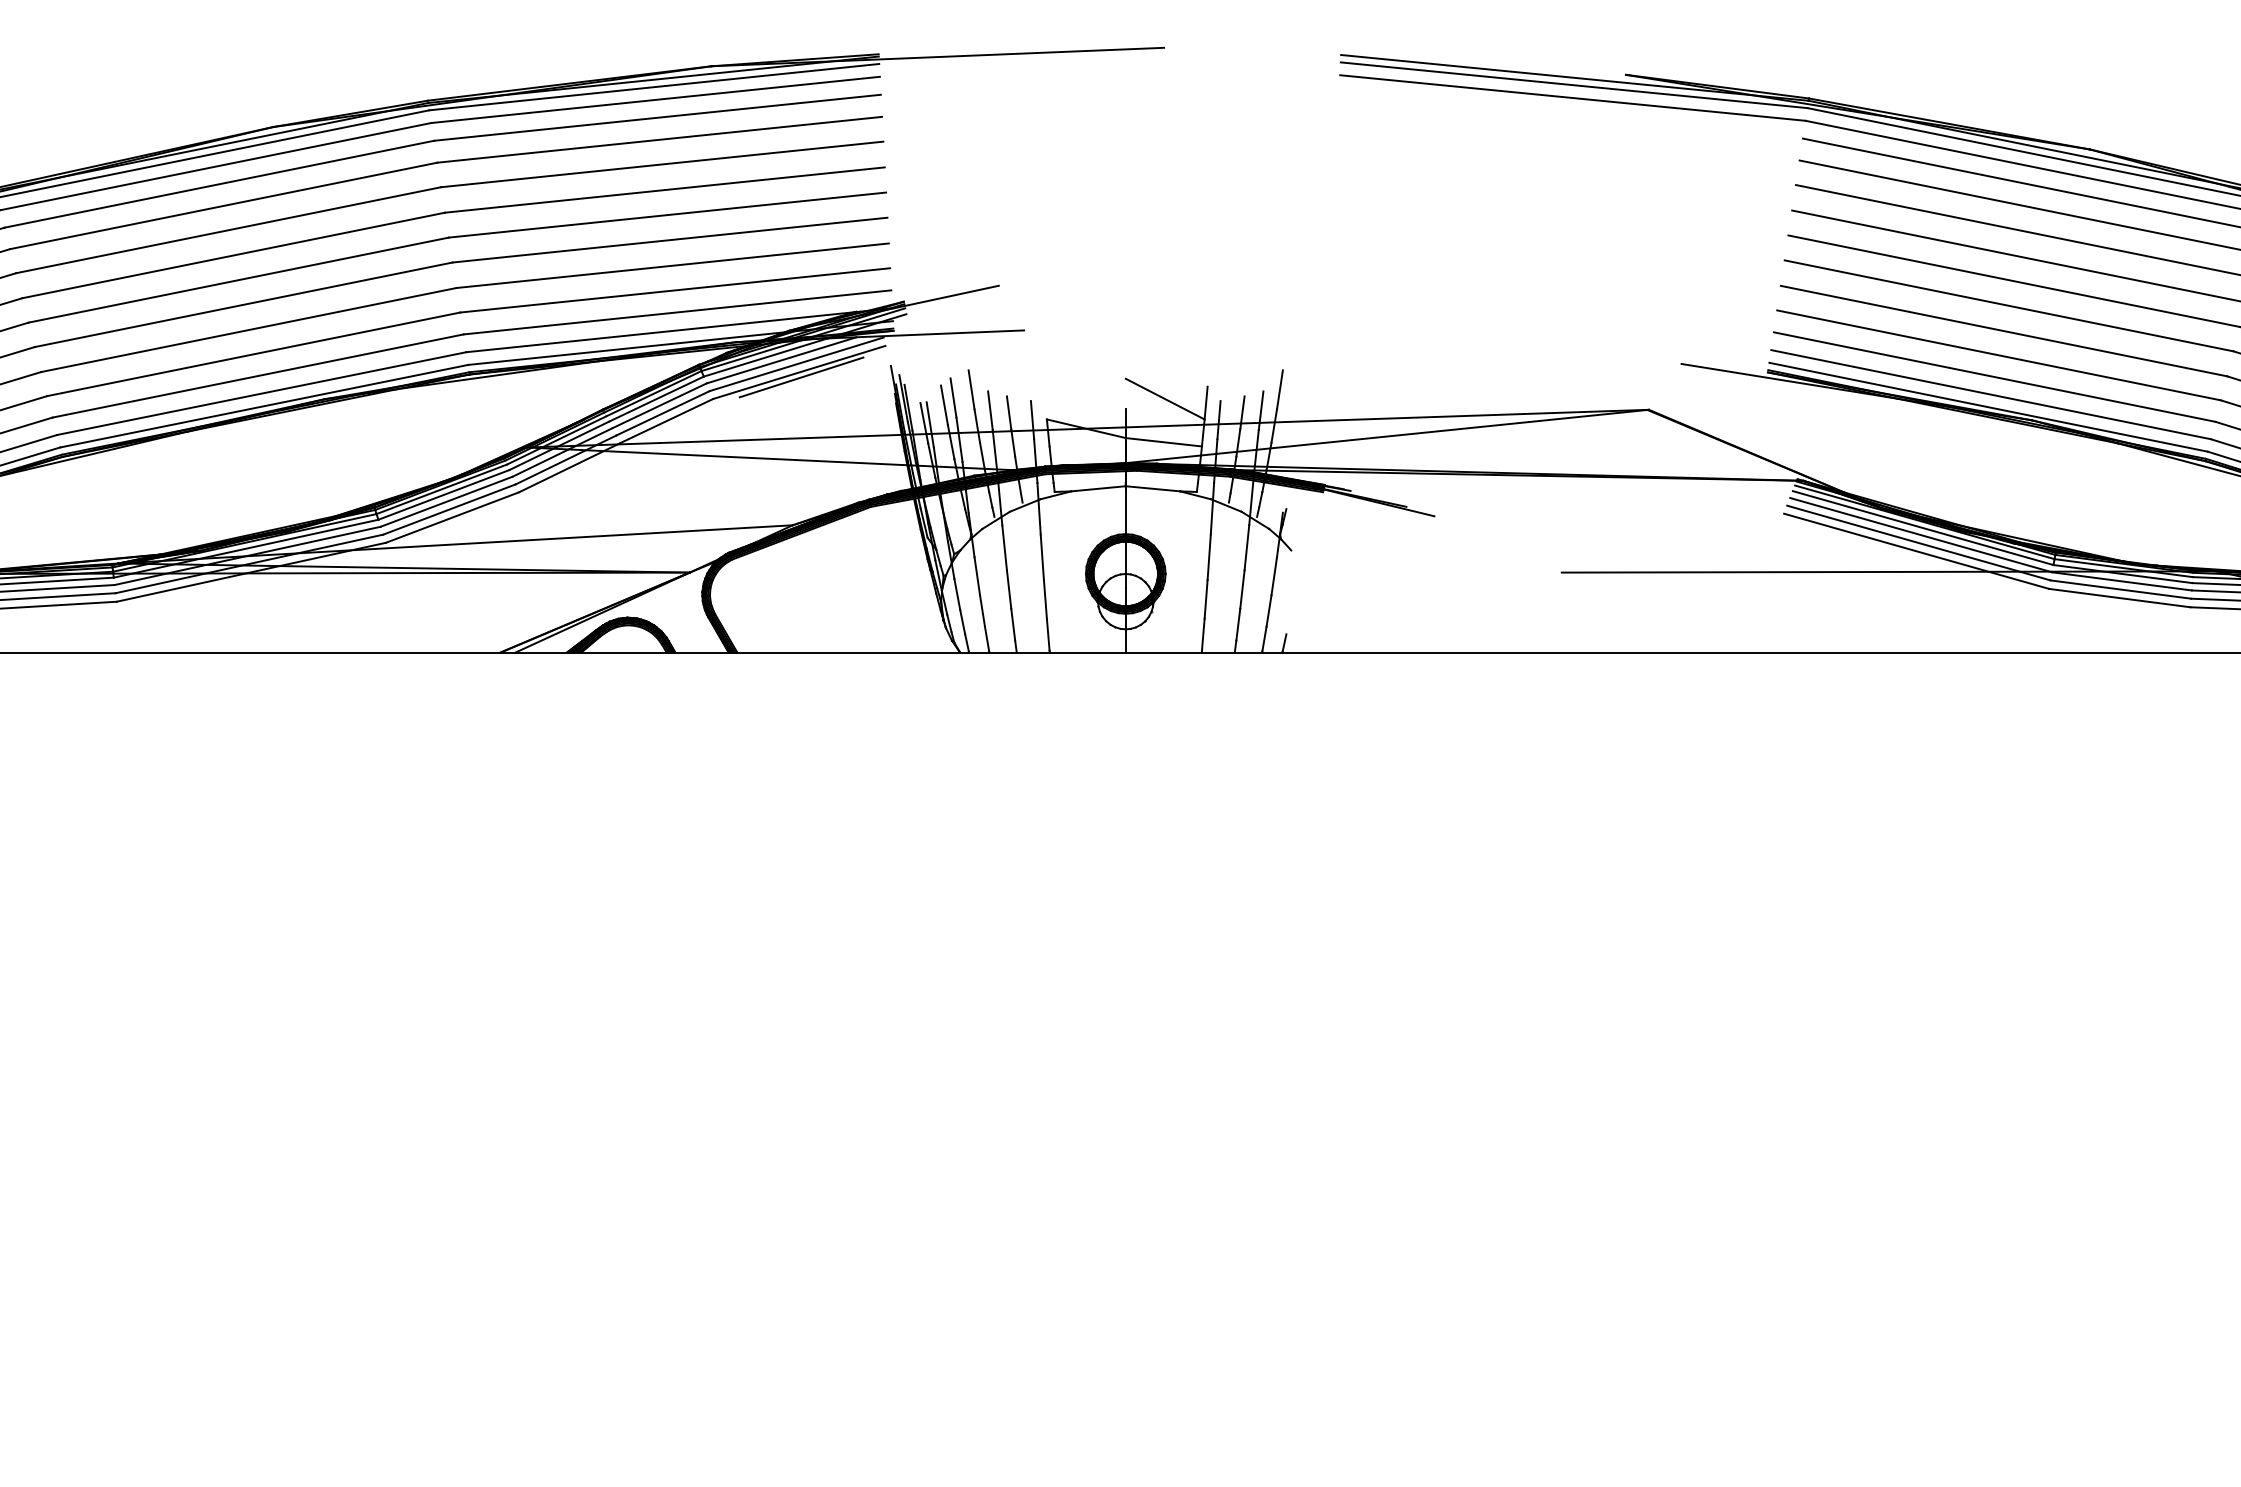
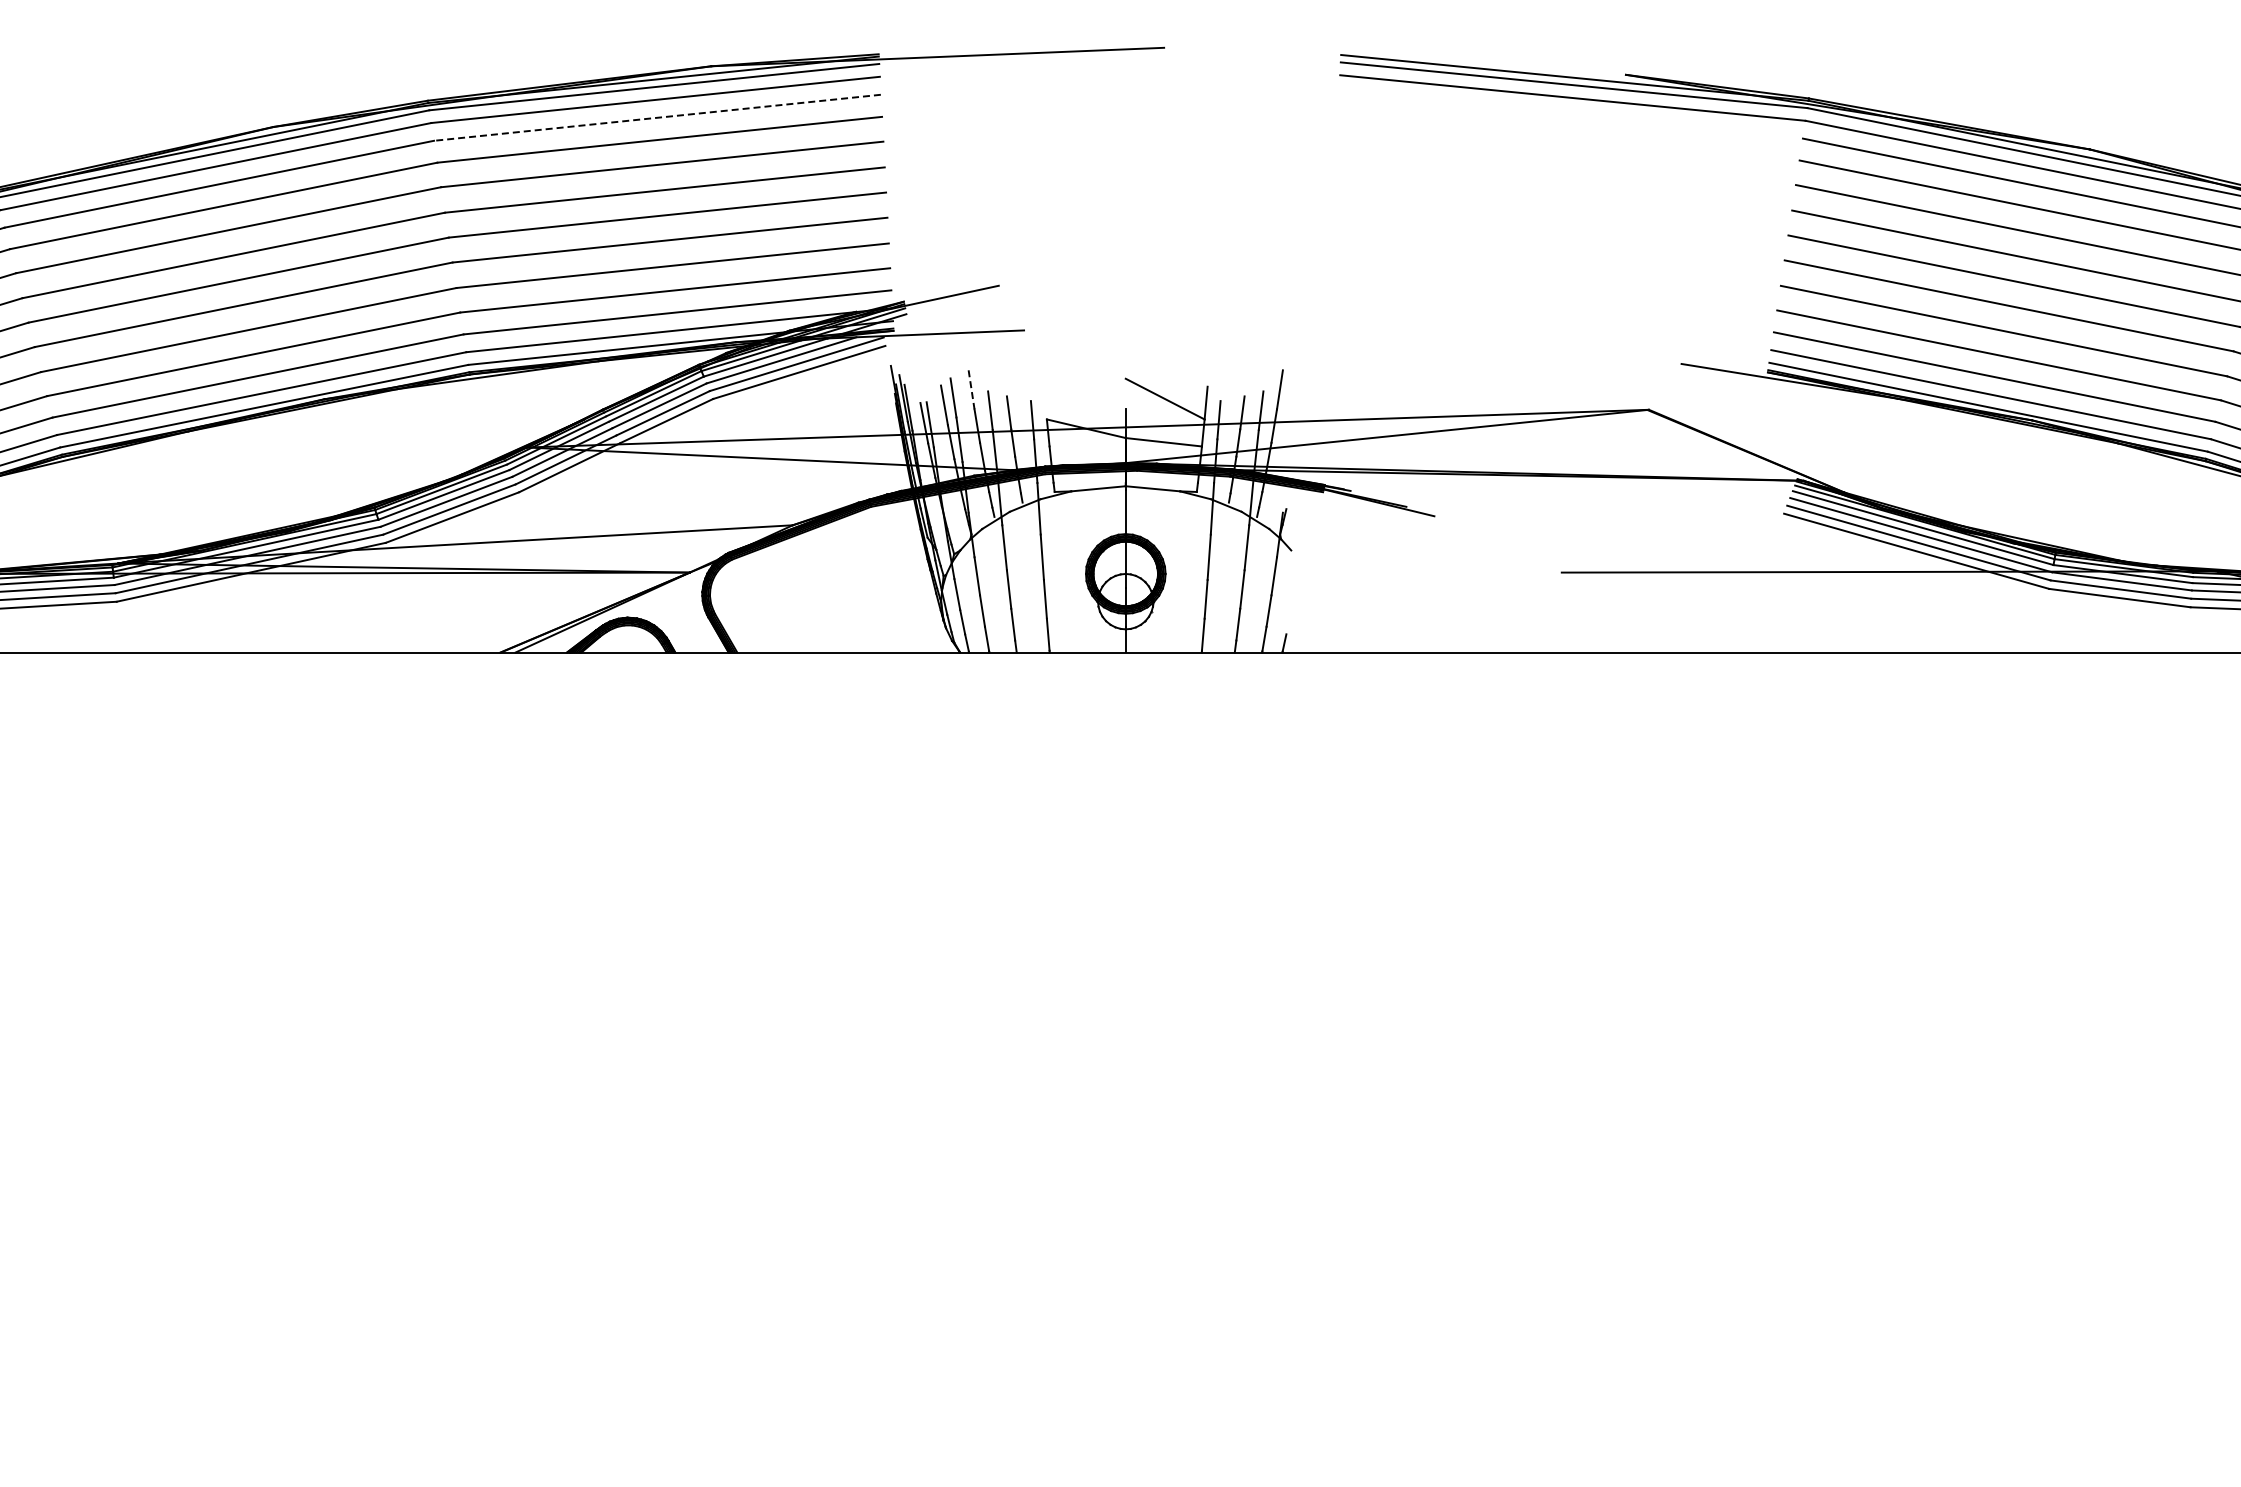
line at (657, 117): solid -> dashed
line at (801, 377): present -> none
line at (971, 389): solid -> dashed
